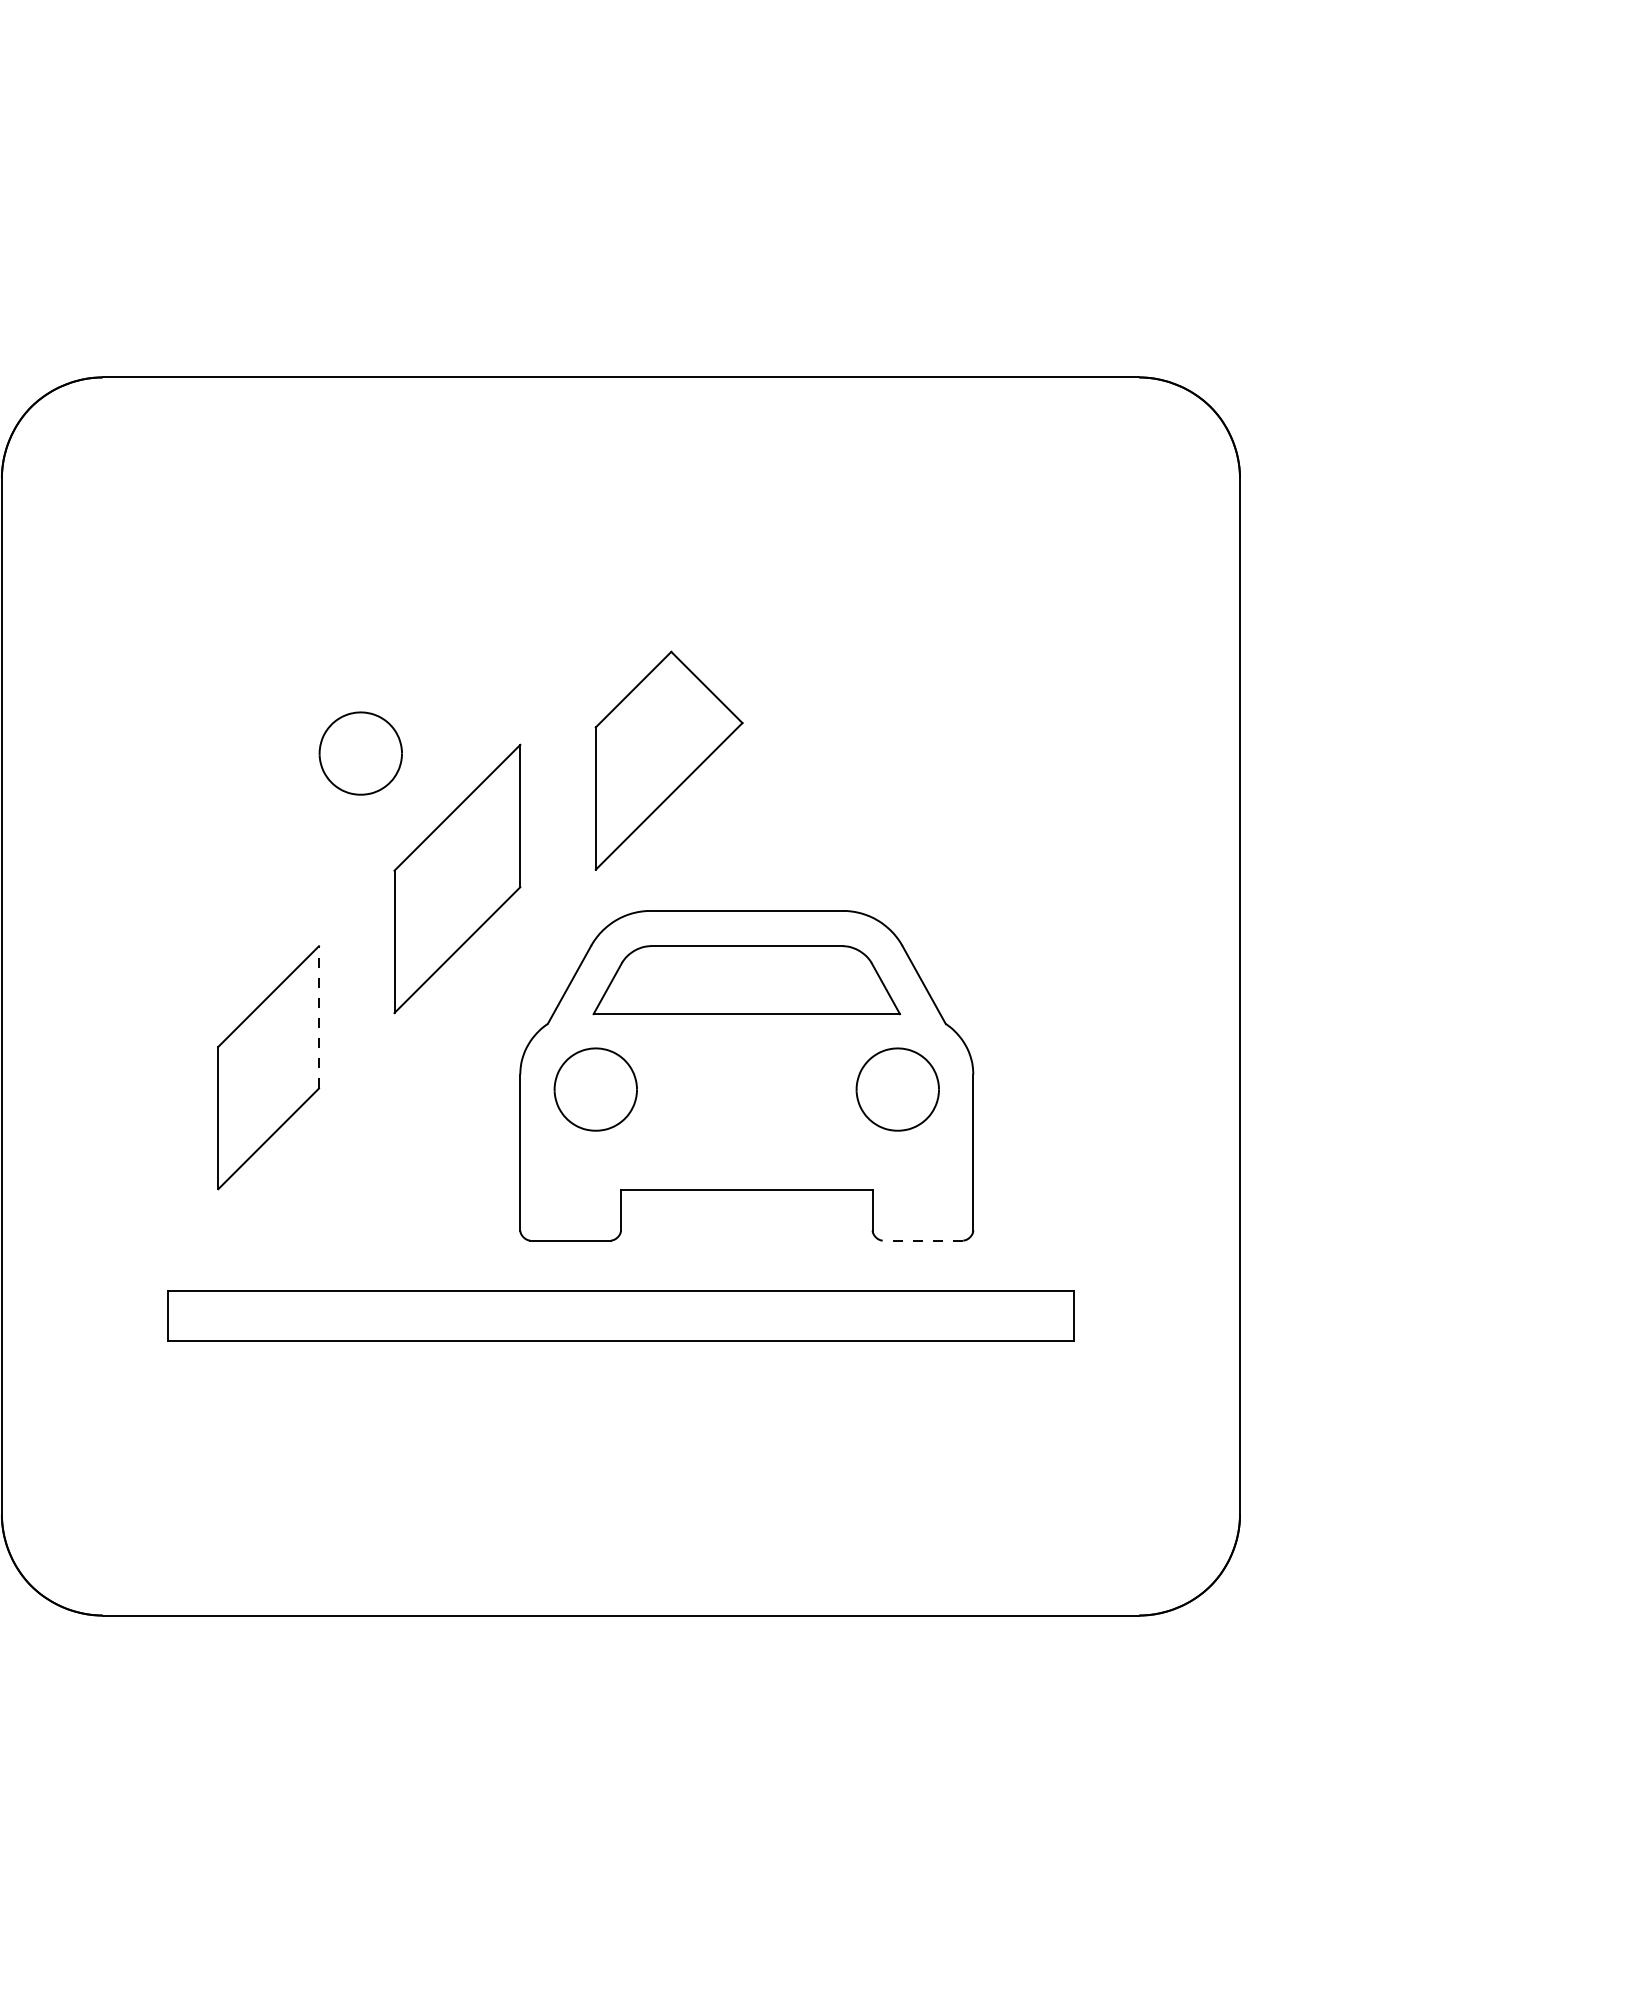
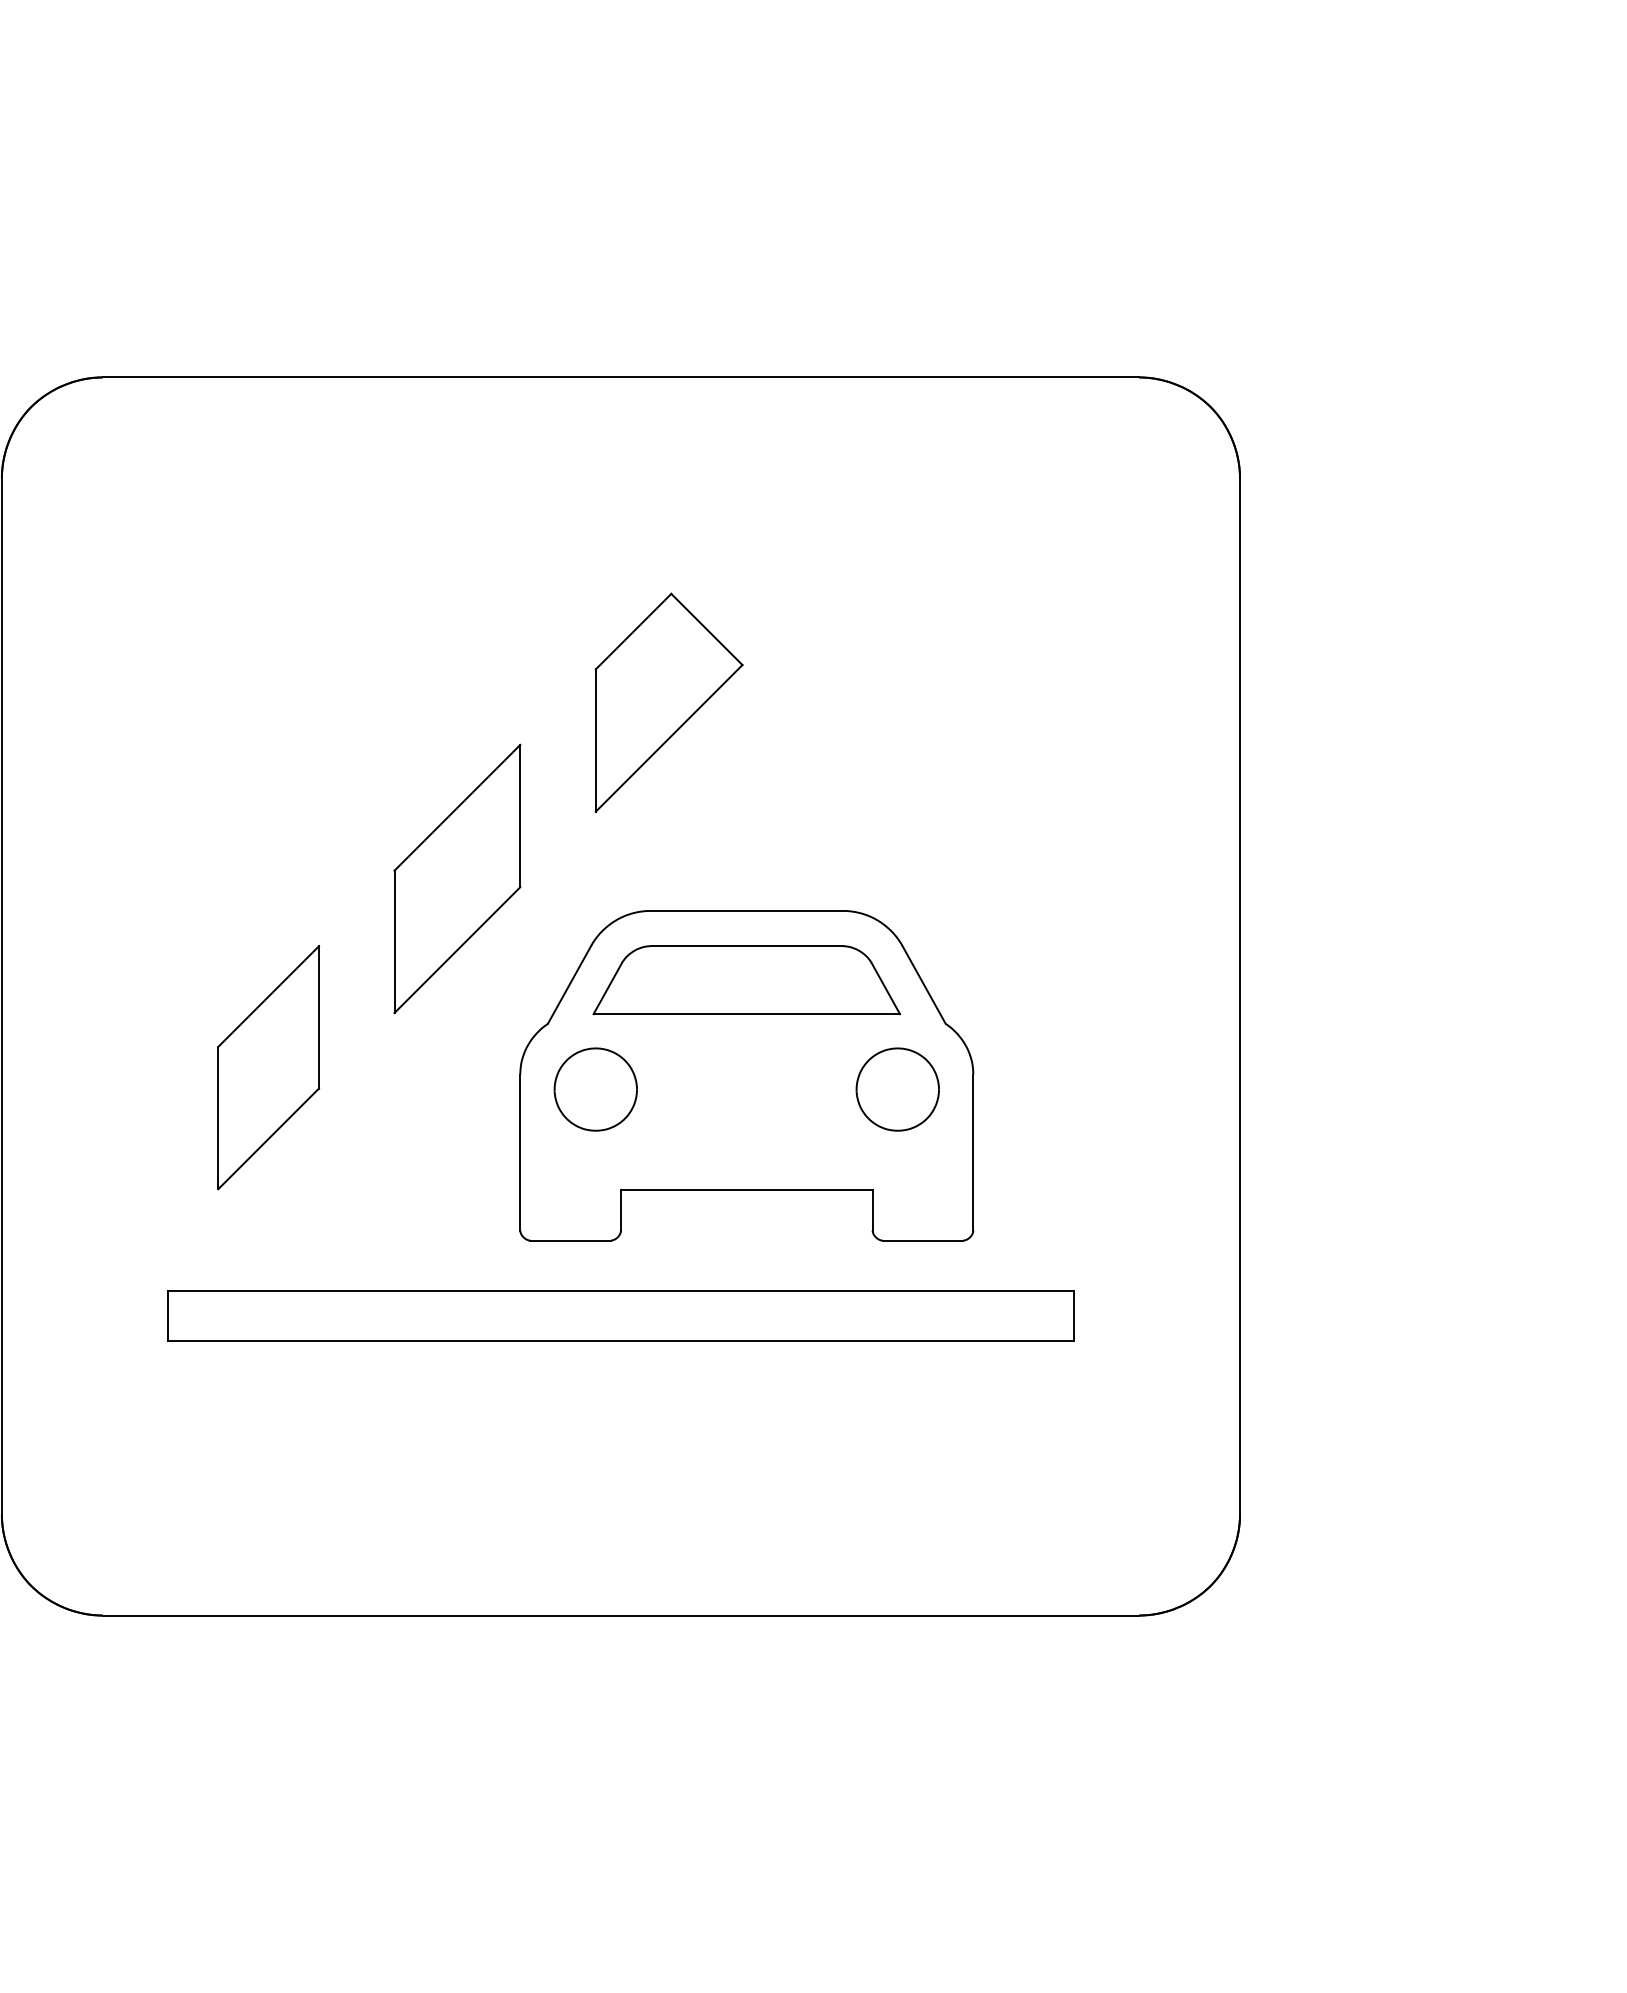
part at (360, 753): present -> none
part at (668, 760) position: (668, 760) -> (668, 702)
line at (319, 1016): dashed -> solid
line at (922, 1240): dashed -> solid
